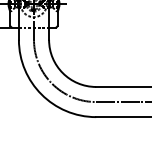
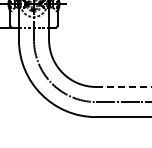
line at (124, 86): solid -> dashed
